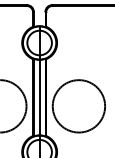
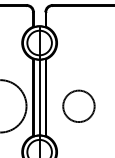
circle at (78, 106) diameter: 52 px -> 31 px
